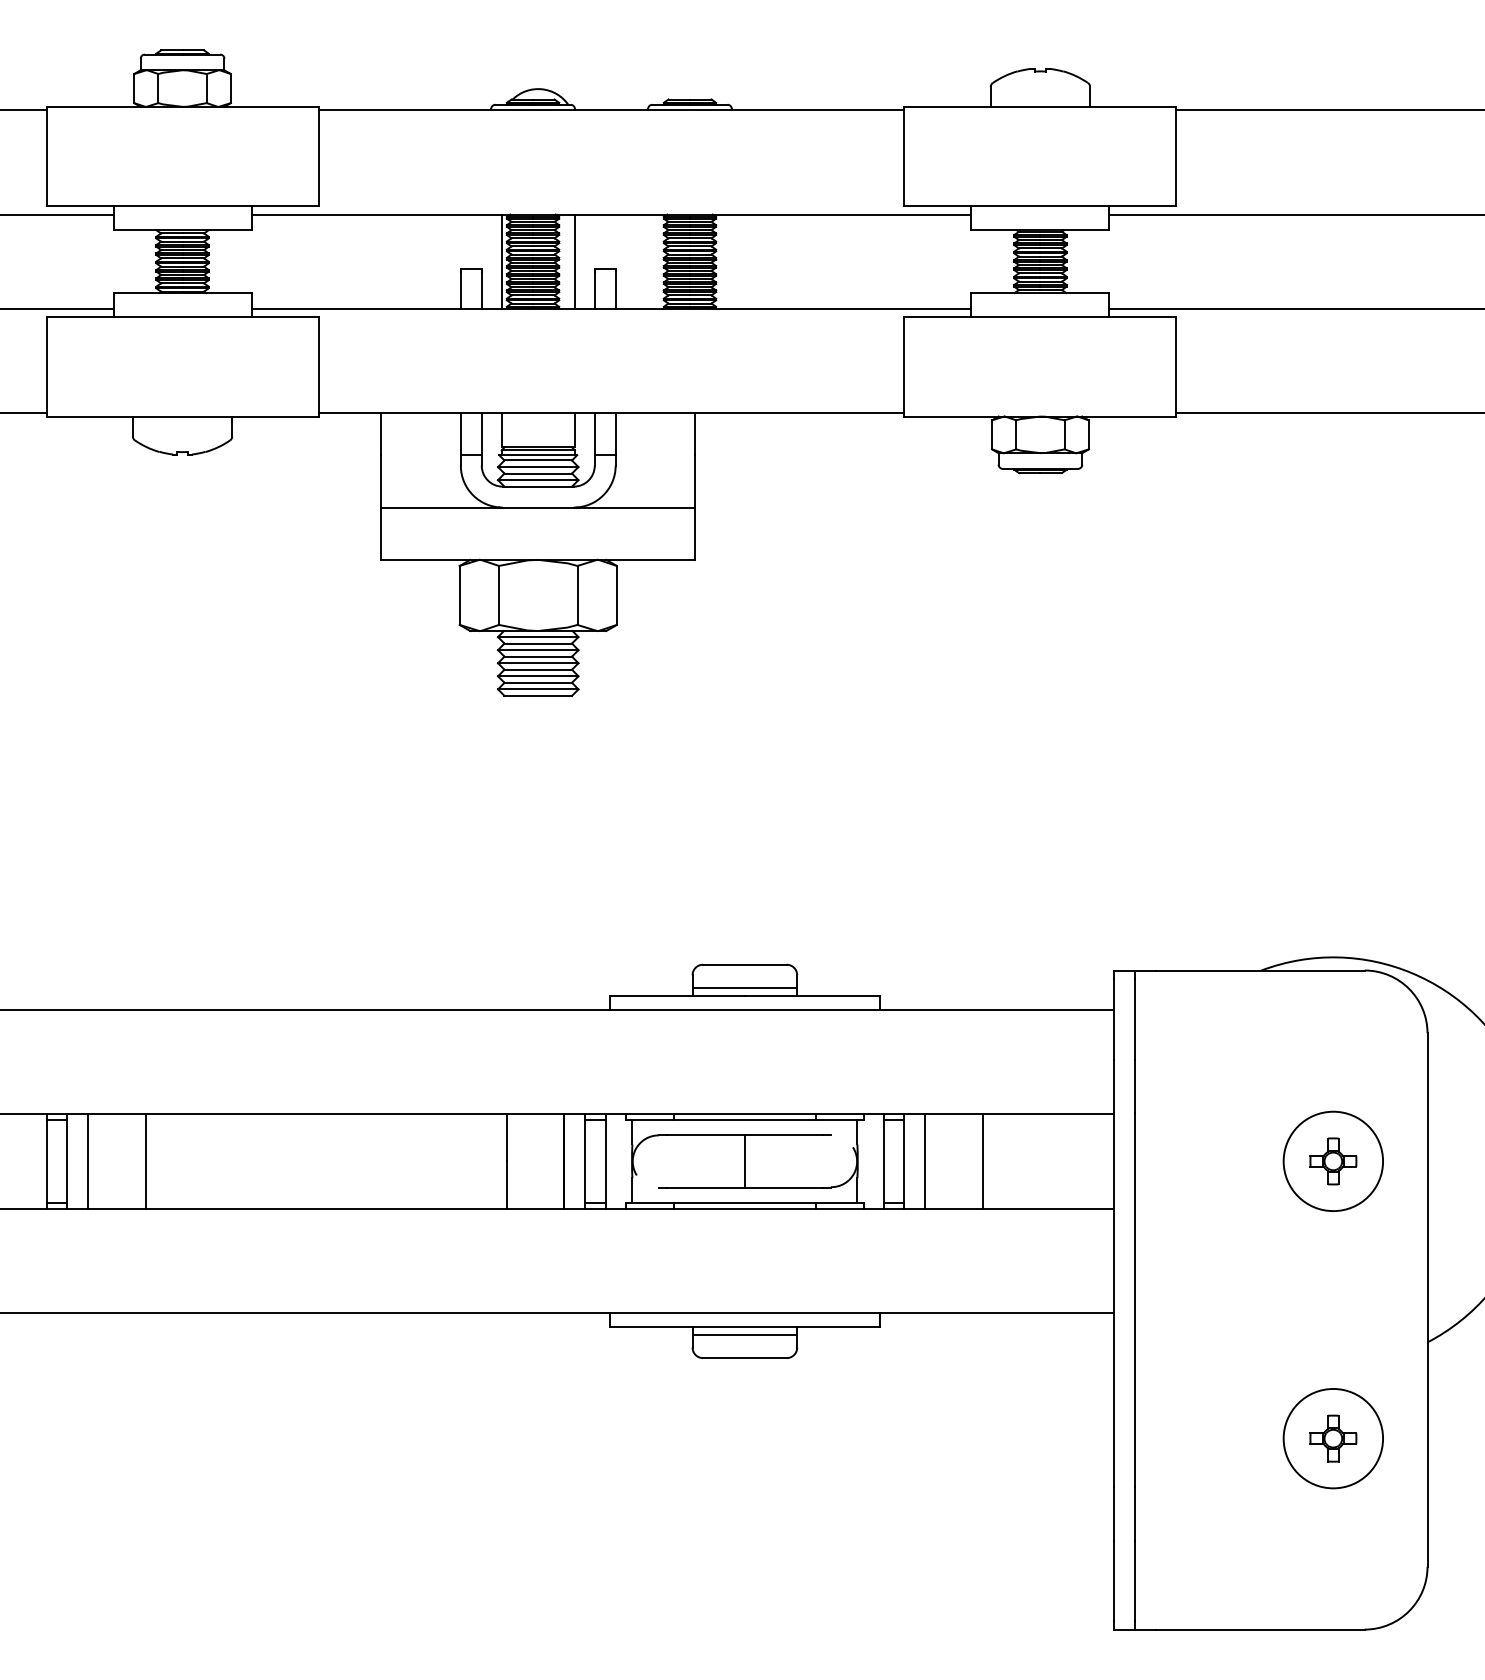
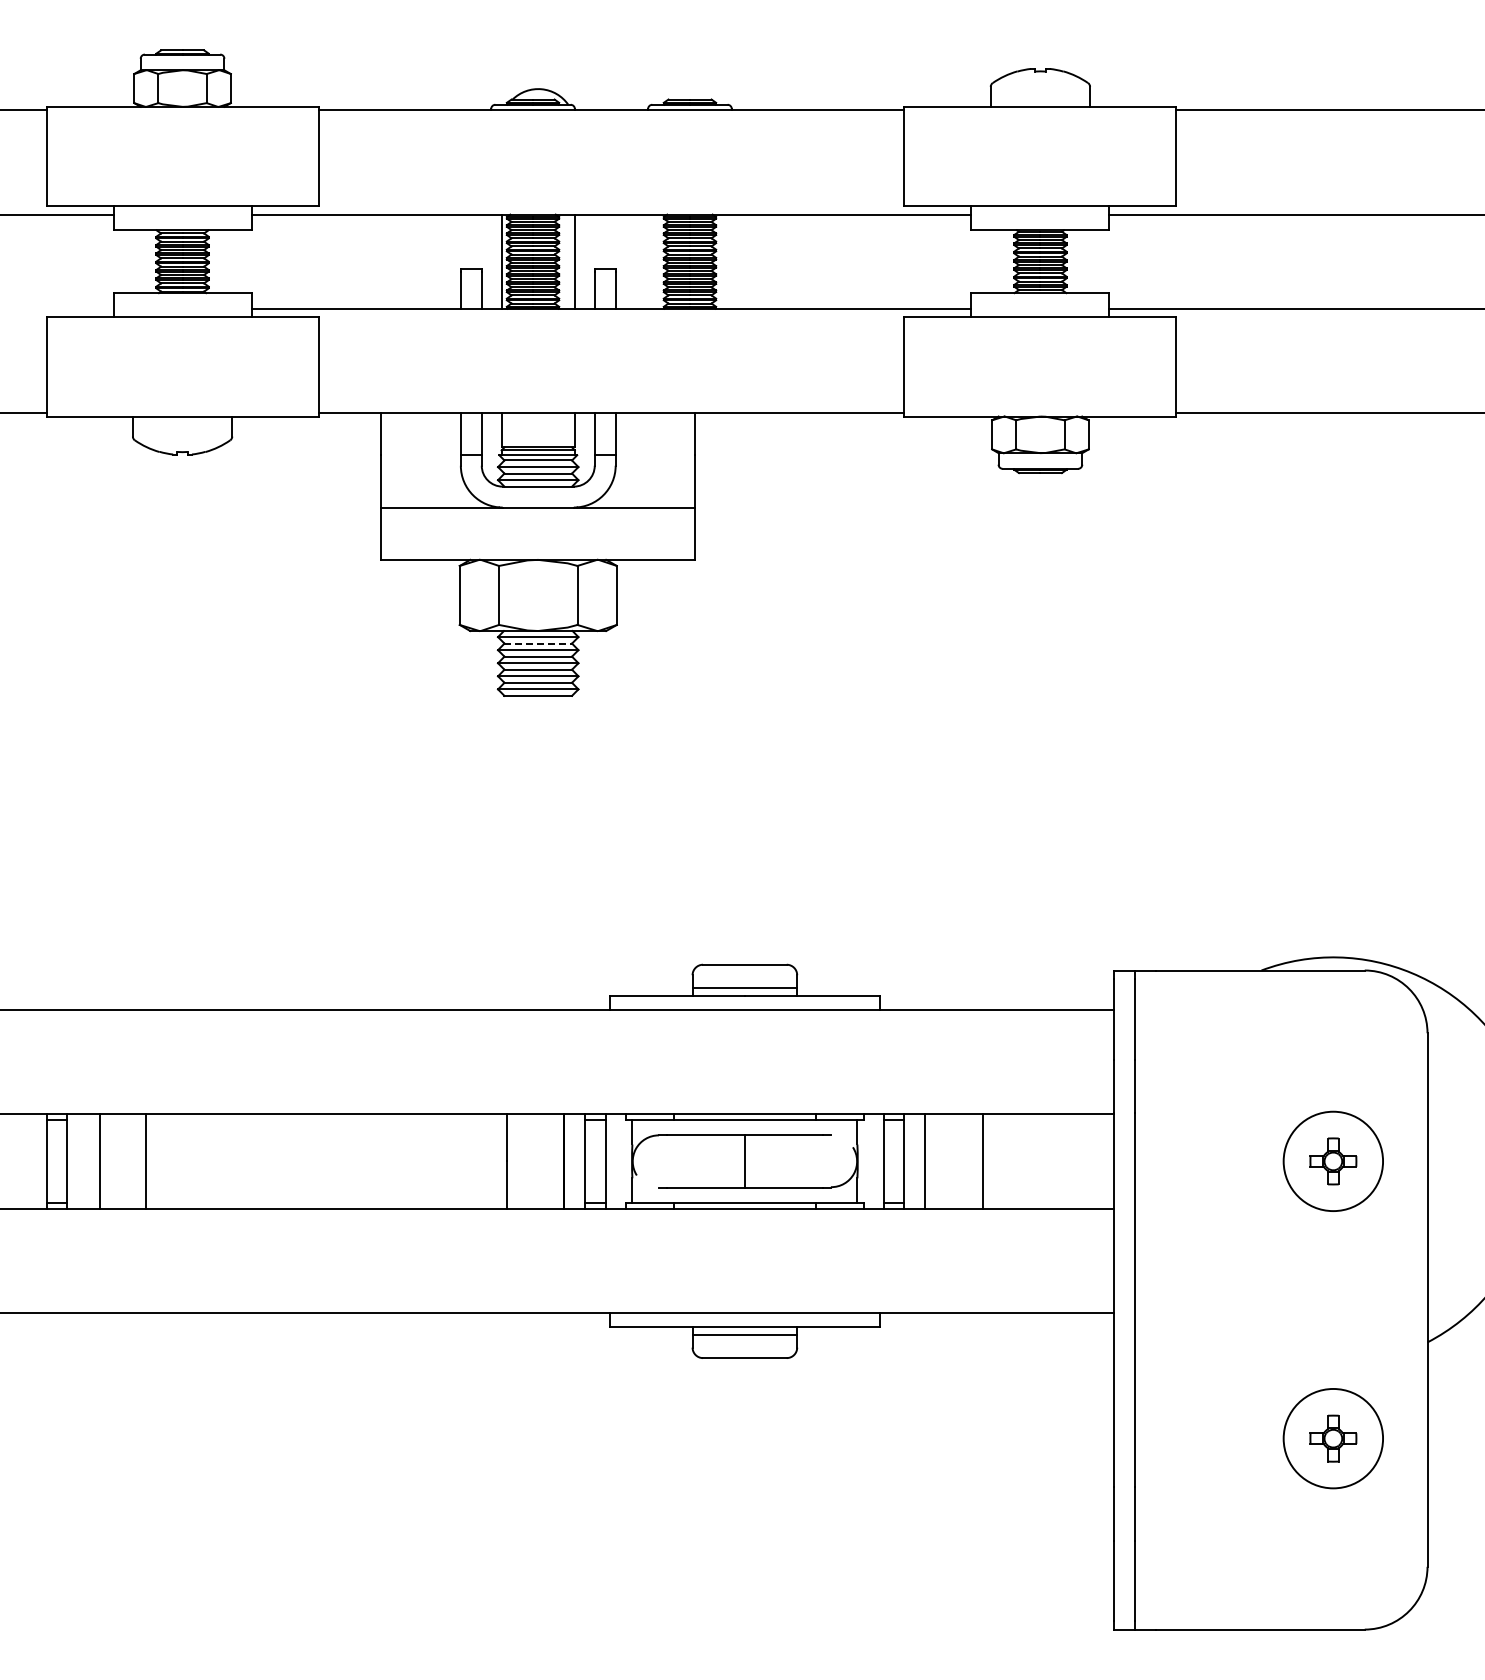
line at (57, 308): present -> none
line at (538, 643): solid -> dashed
line at (88, 1161) position: (88, 1161) -> (100, 1161)
